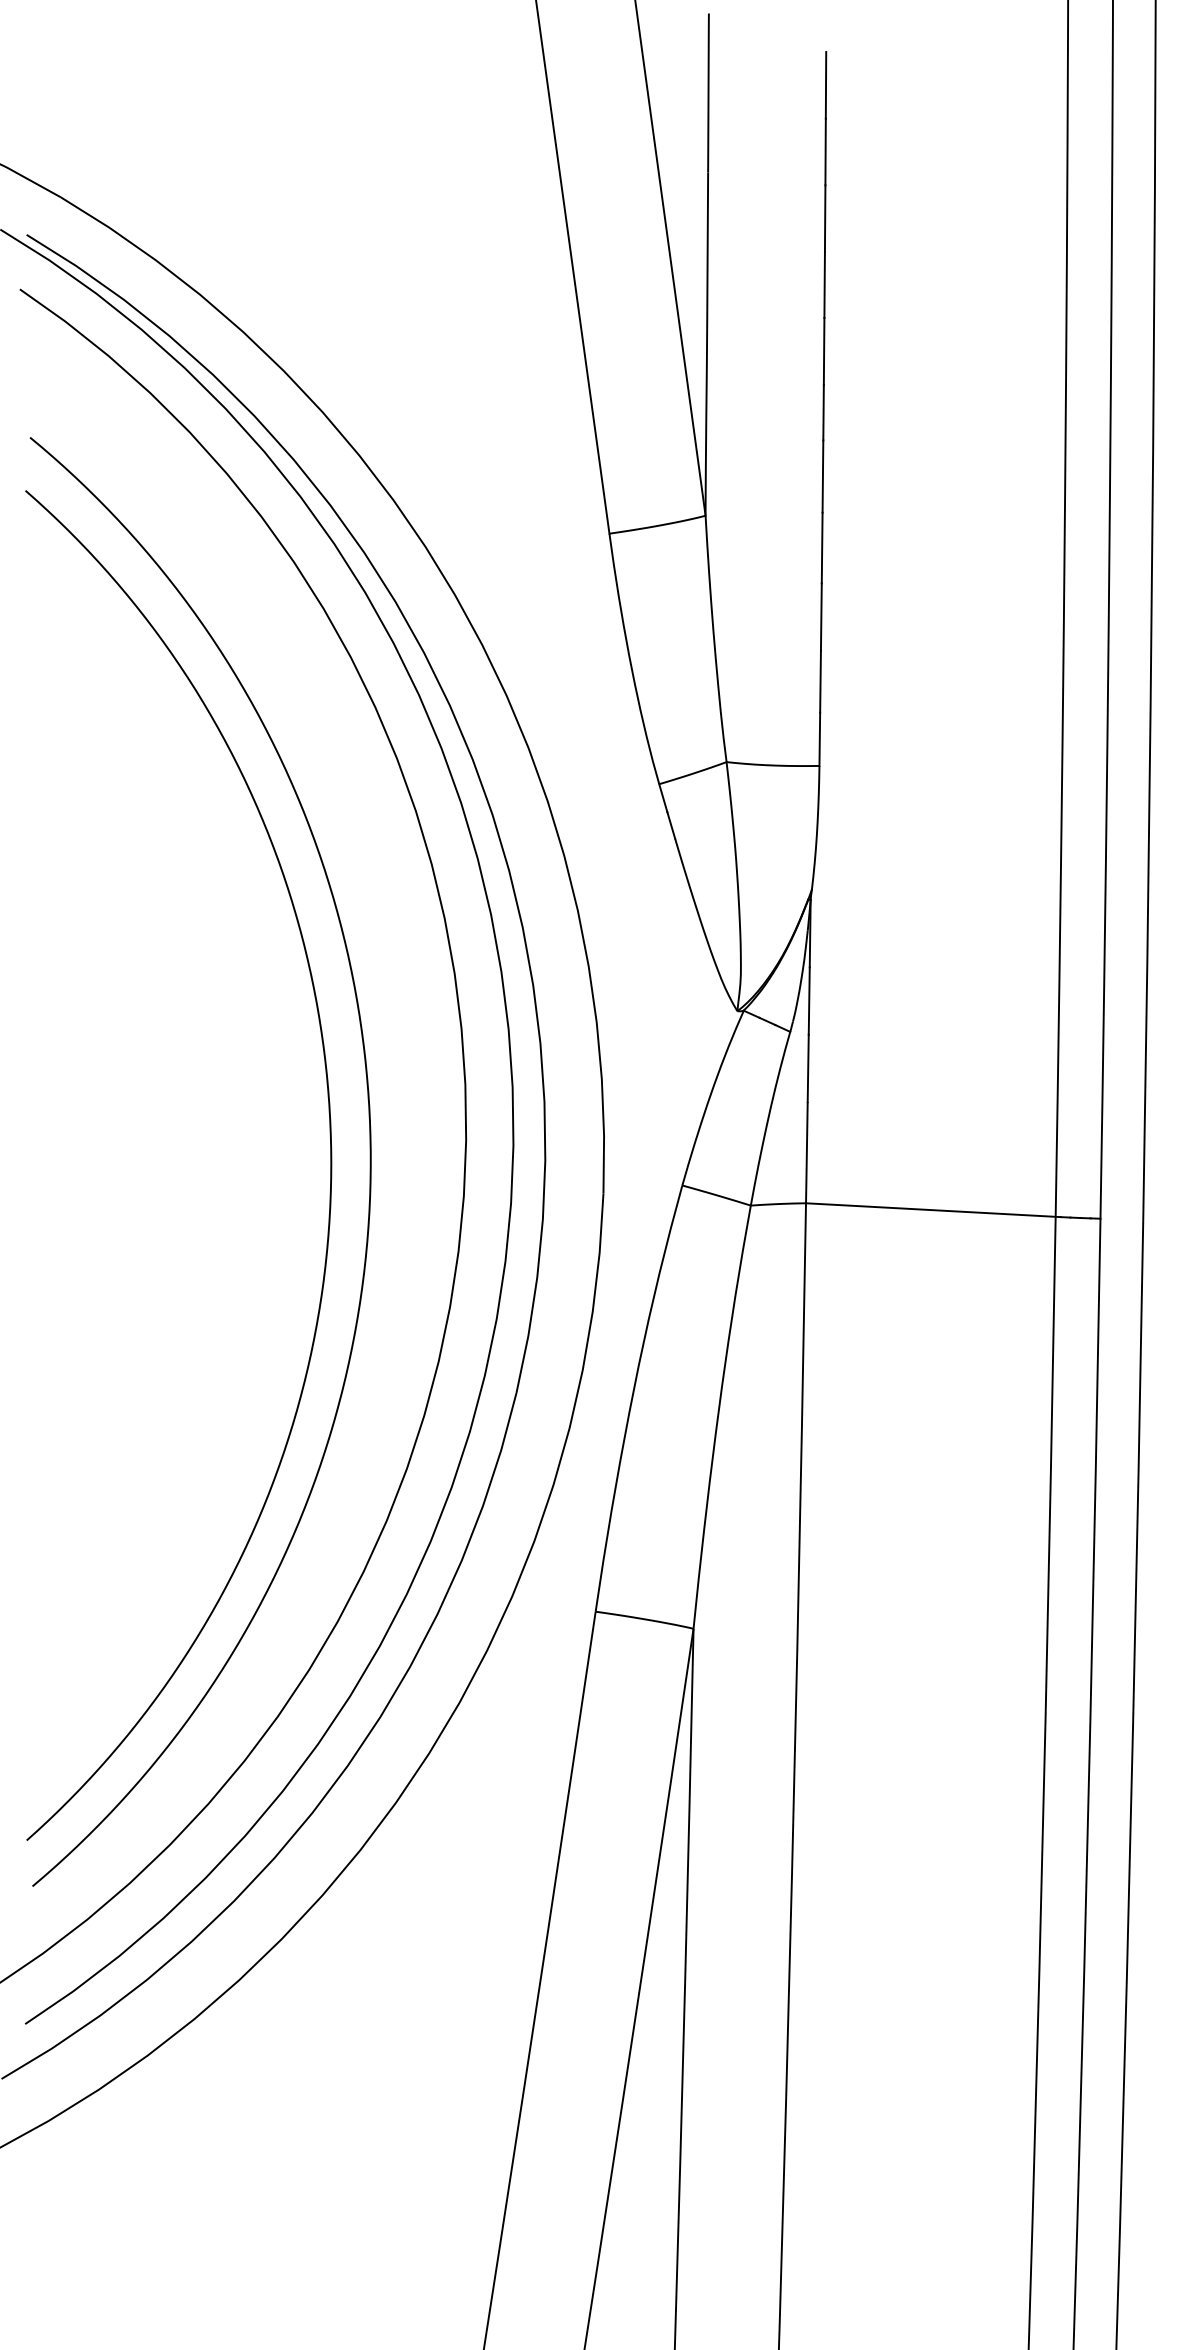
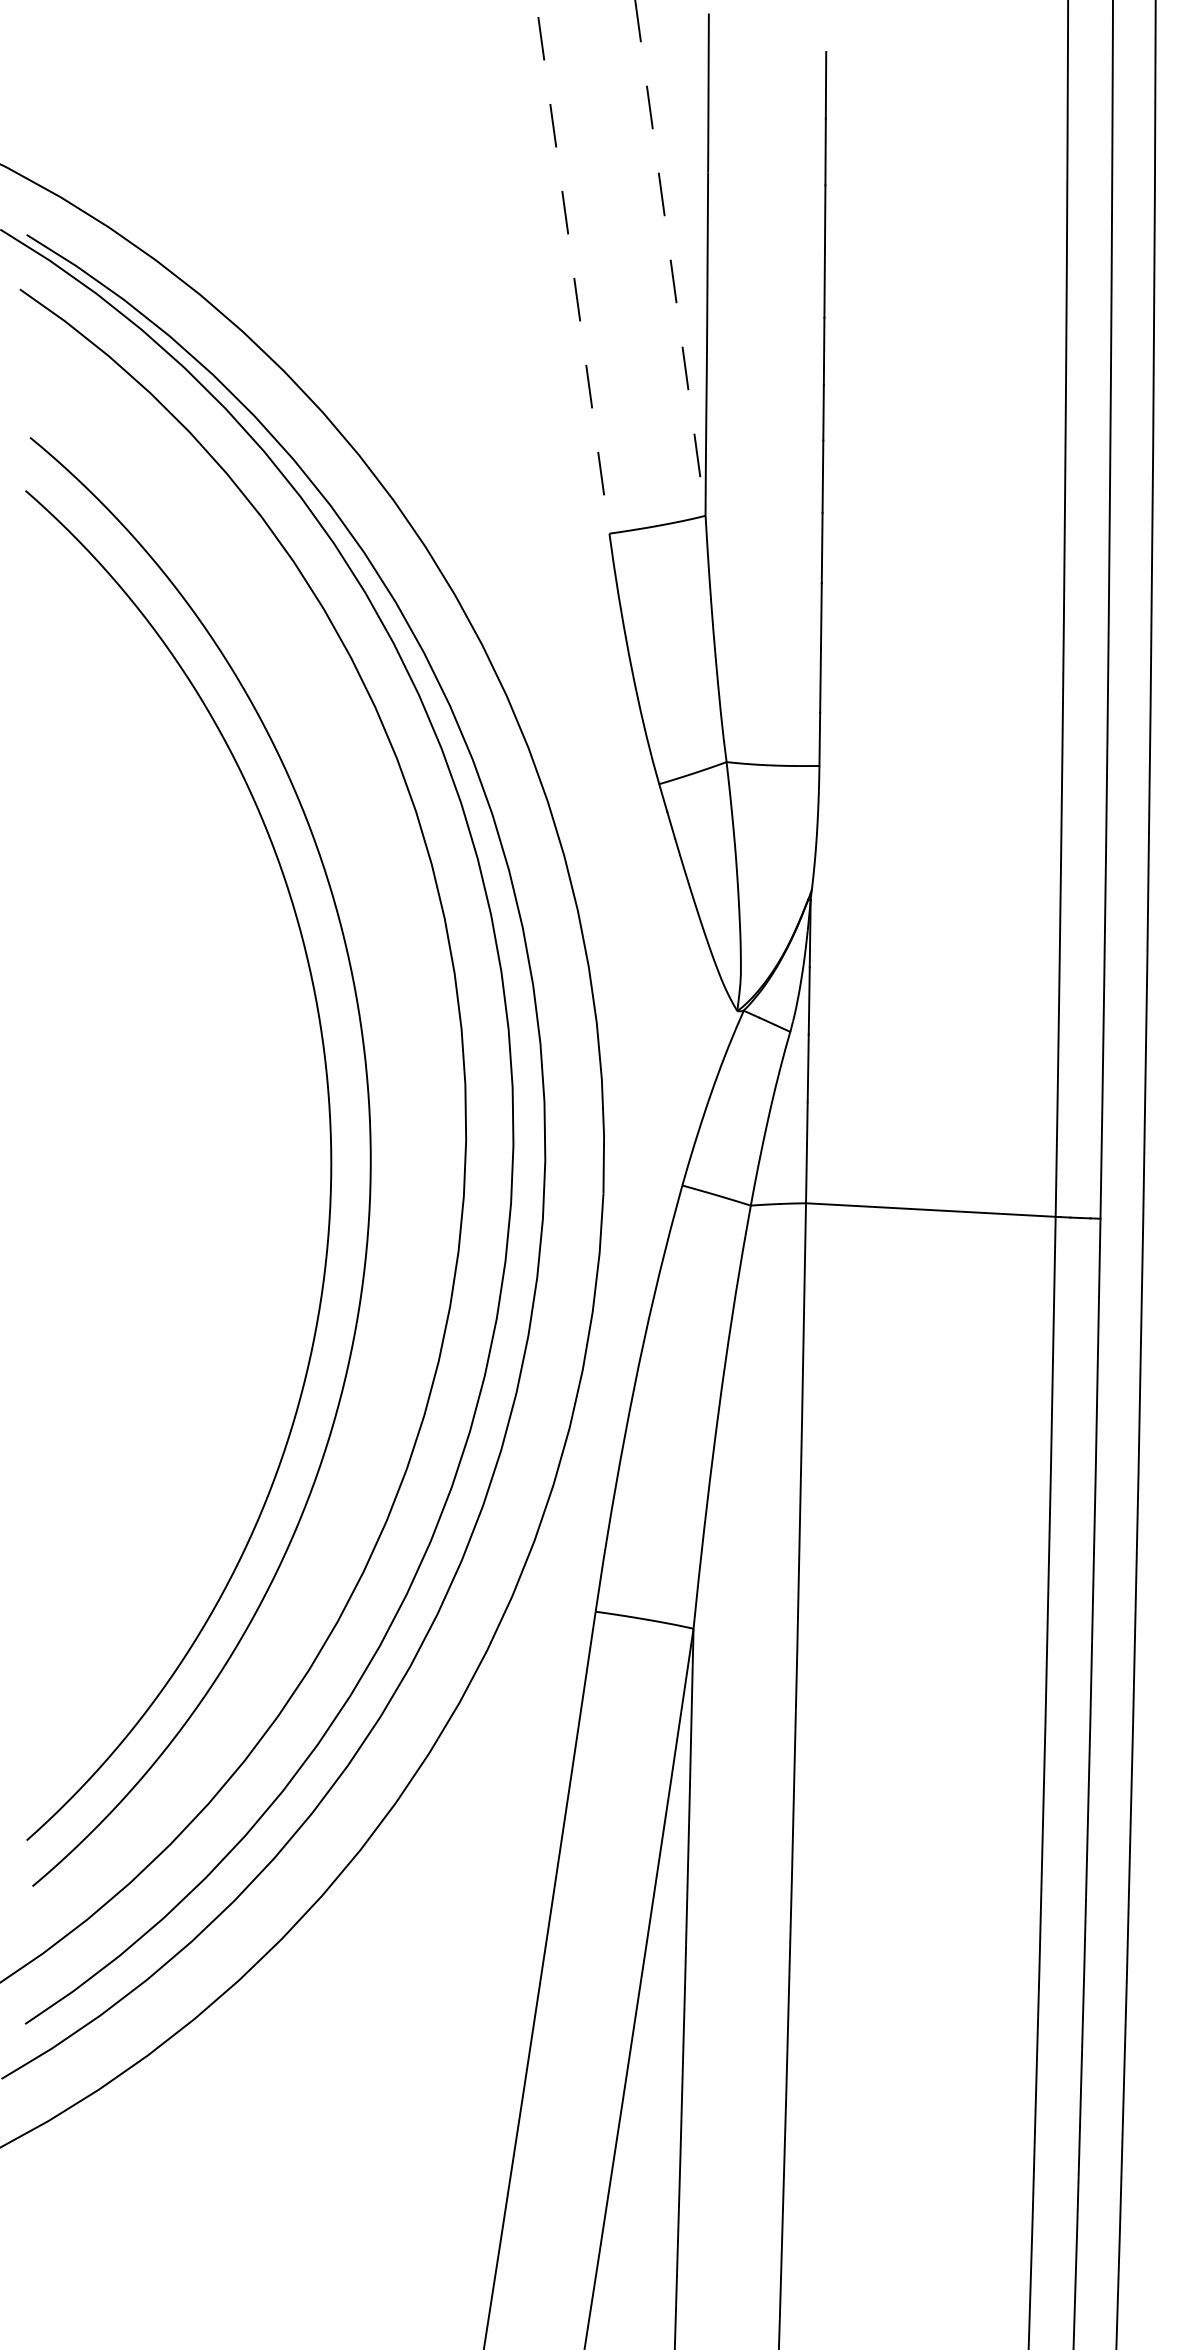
line at (670, 258): solid -> dashed
line at (572, 267): solid -> dashed
